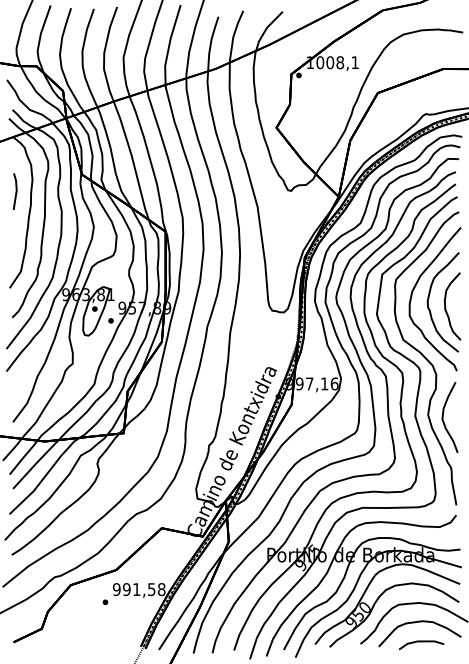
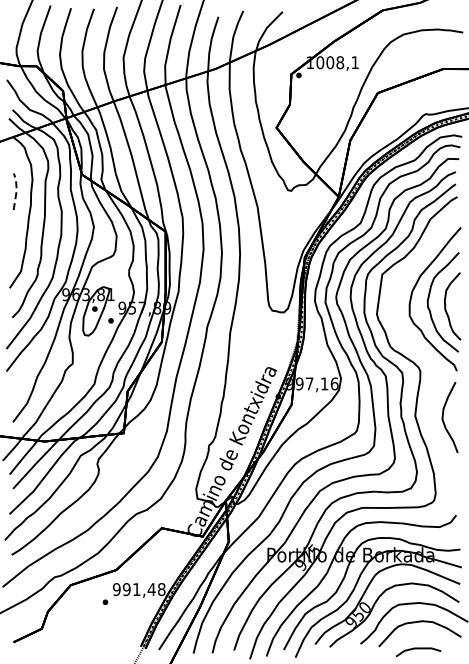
line at (16, 190): solid -> dashed
curve at (426, 358): present -> none
text at (151, 589): 991,58 -> 991,48
line at (421, 642) position: (421, 642) -> (418, 649)
